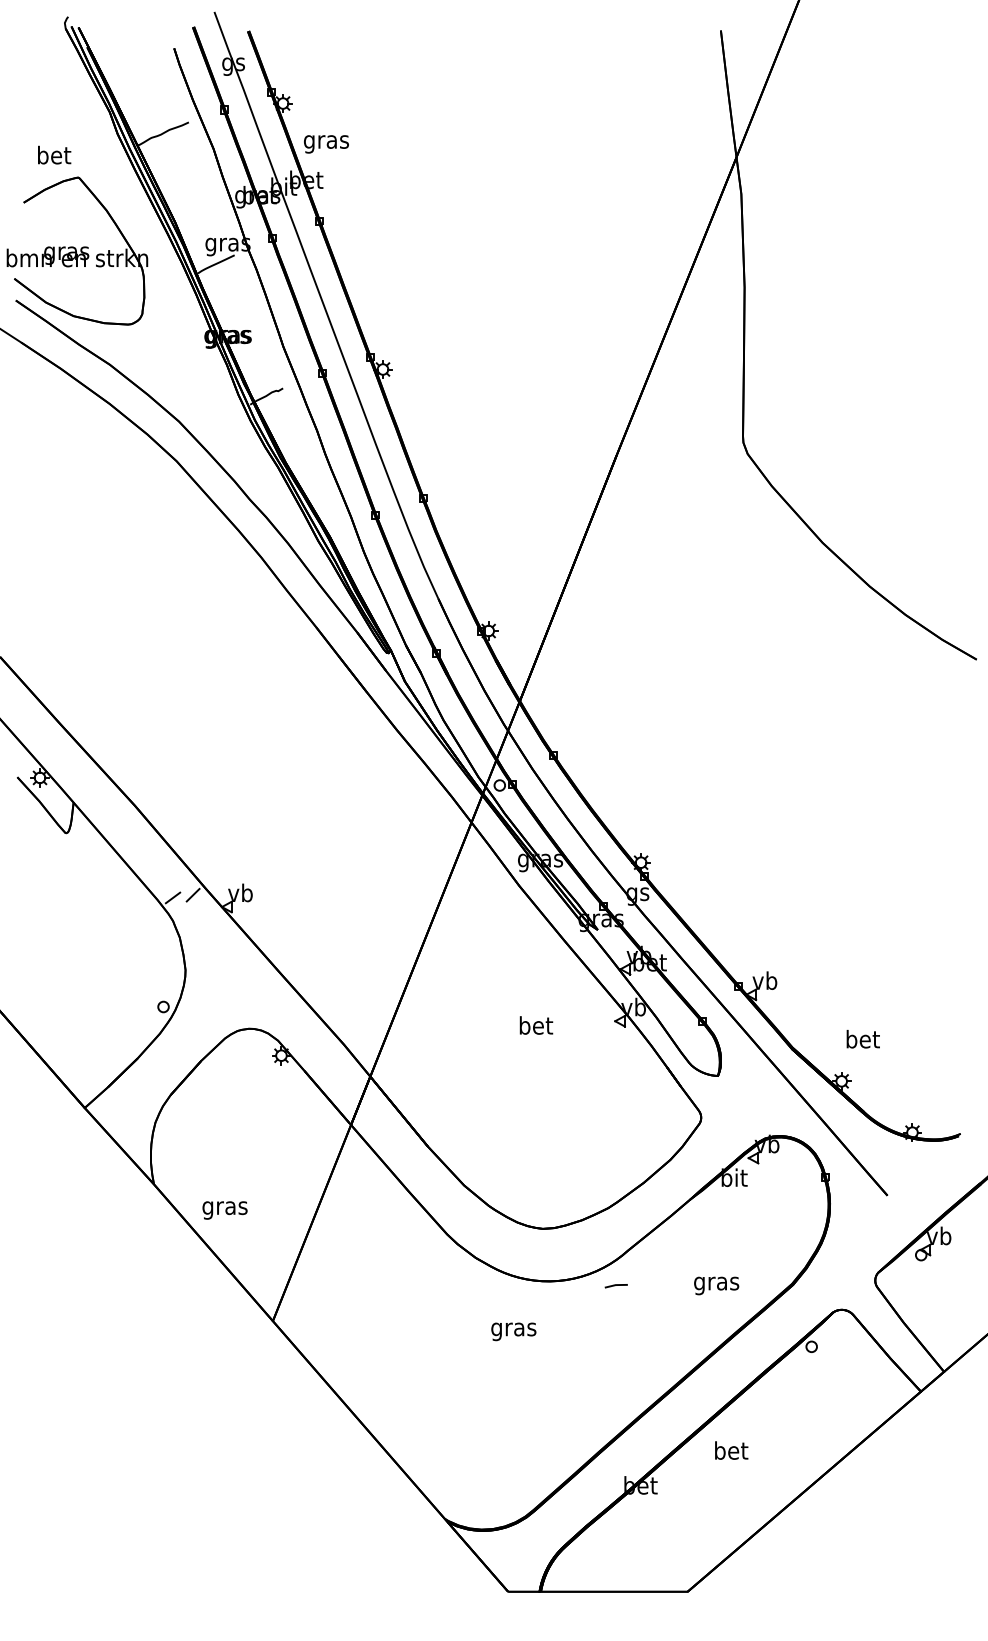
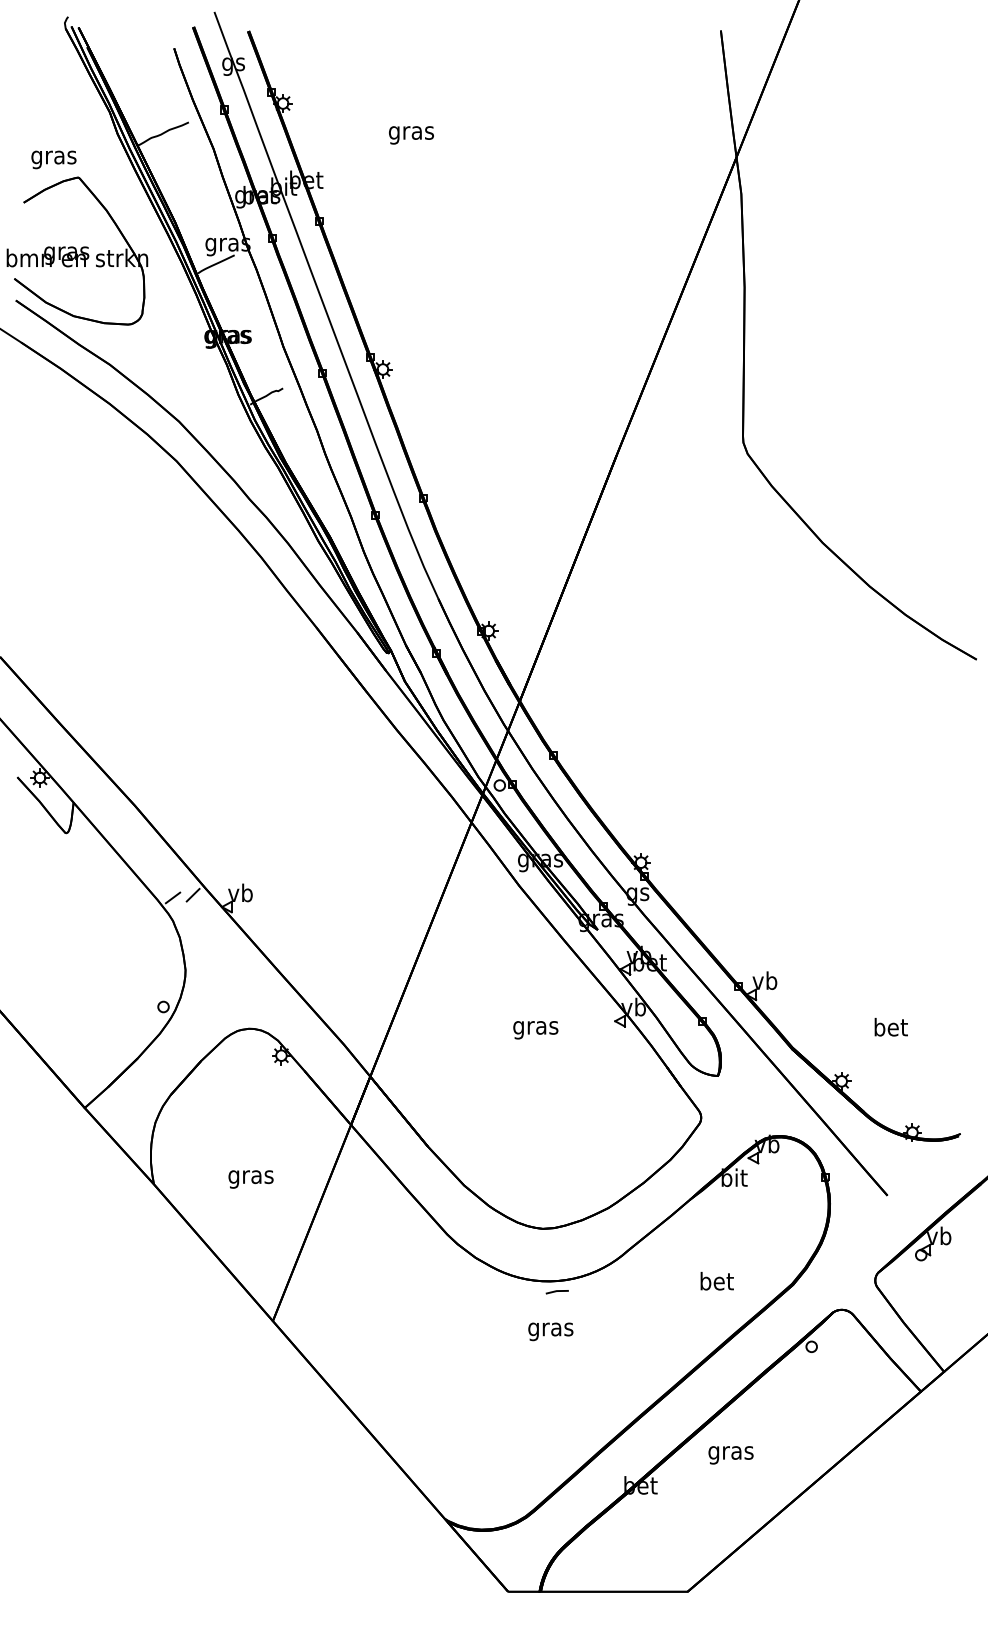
text at (326, 144) position: (326, 144) -> (411, 135)
text at (53, 157): bet -> gras
text at (535, 1027): bet -> gras
text at (862, 1039) position: (862, 1039) -> (890, 1027)
text at (224, 1210) position: (224, 1210) -> (250, 1179)
text at (716, 1283): gras -> bet
line at (615, 1286) position: (615, 1286) -> (556, 1292)
text at (513, 1331) position: (513, 1331) -> (550, 1331)
text at (730, 1452): bet -> gras
